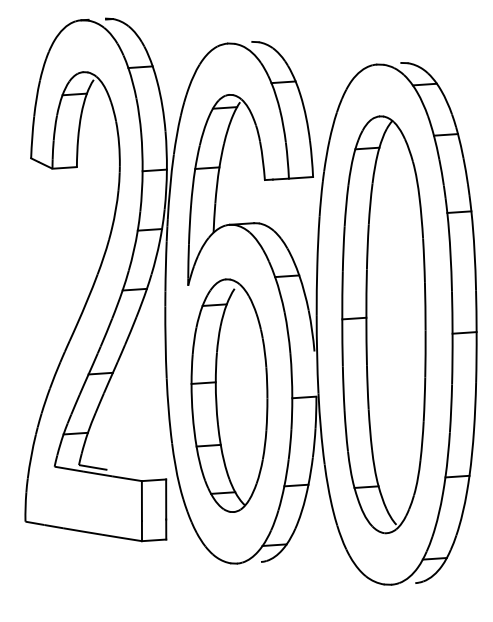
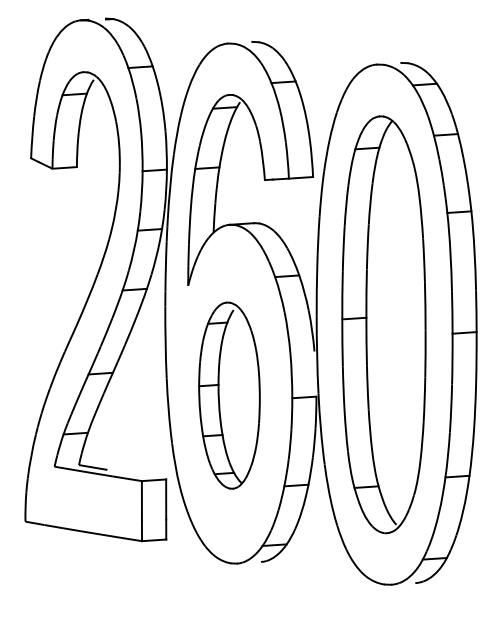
part at (229, 395) size: 79x235 px -> 63x189 px
